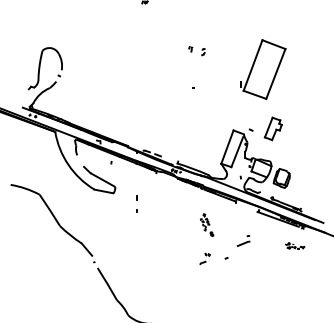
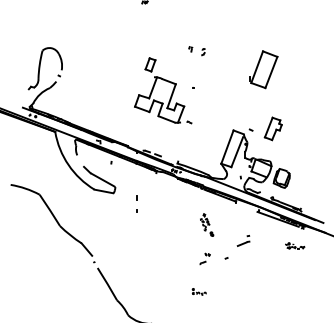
part at (263, 69) size: 47x61 px -> 30x40 px
part at (163, 90): none -> present
part at (198, 291): none -> present
